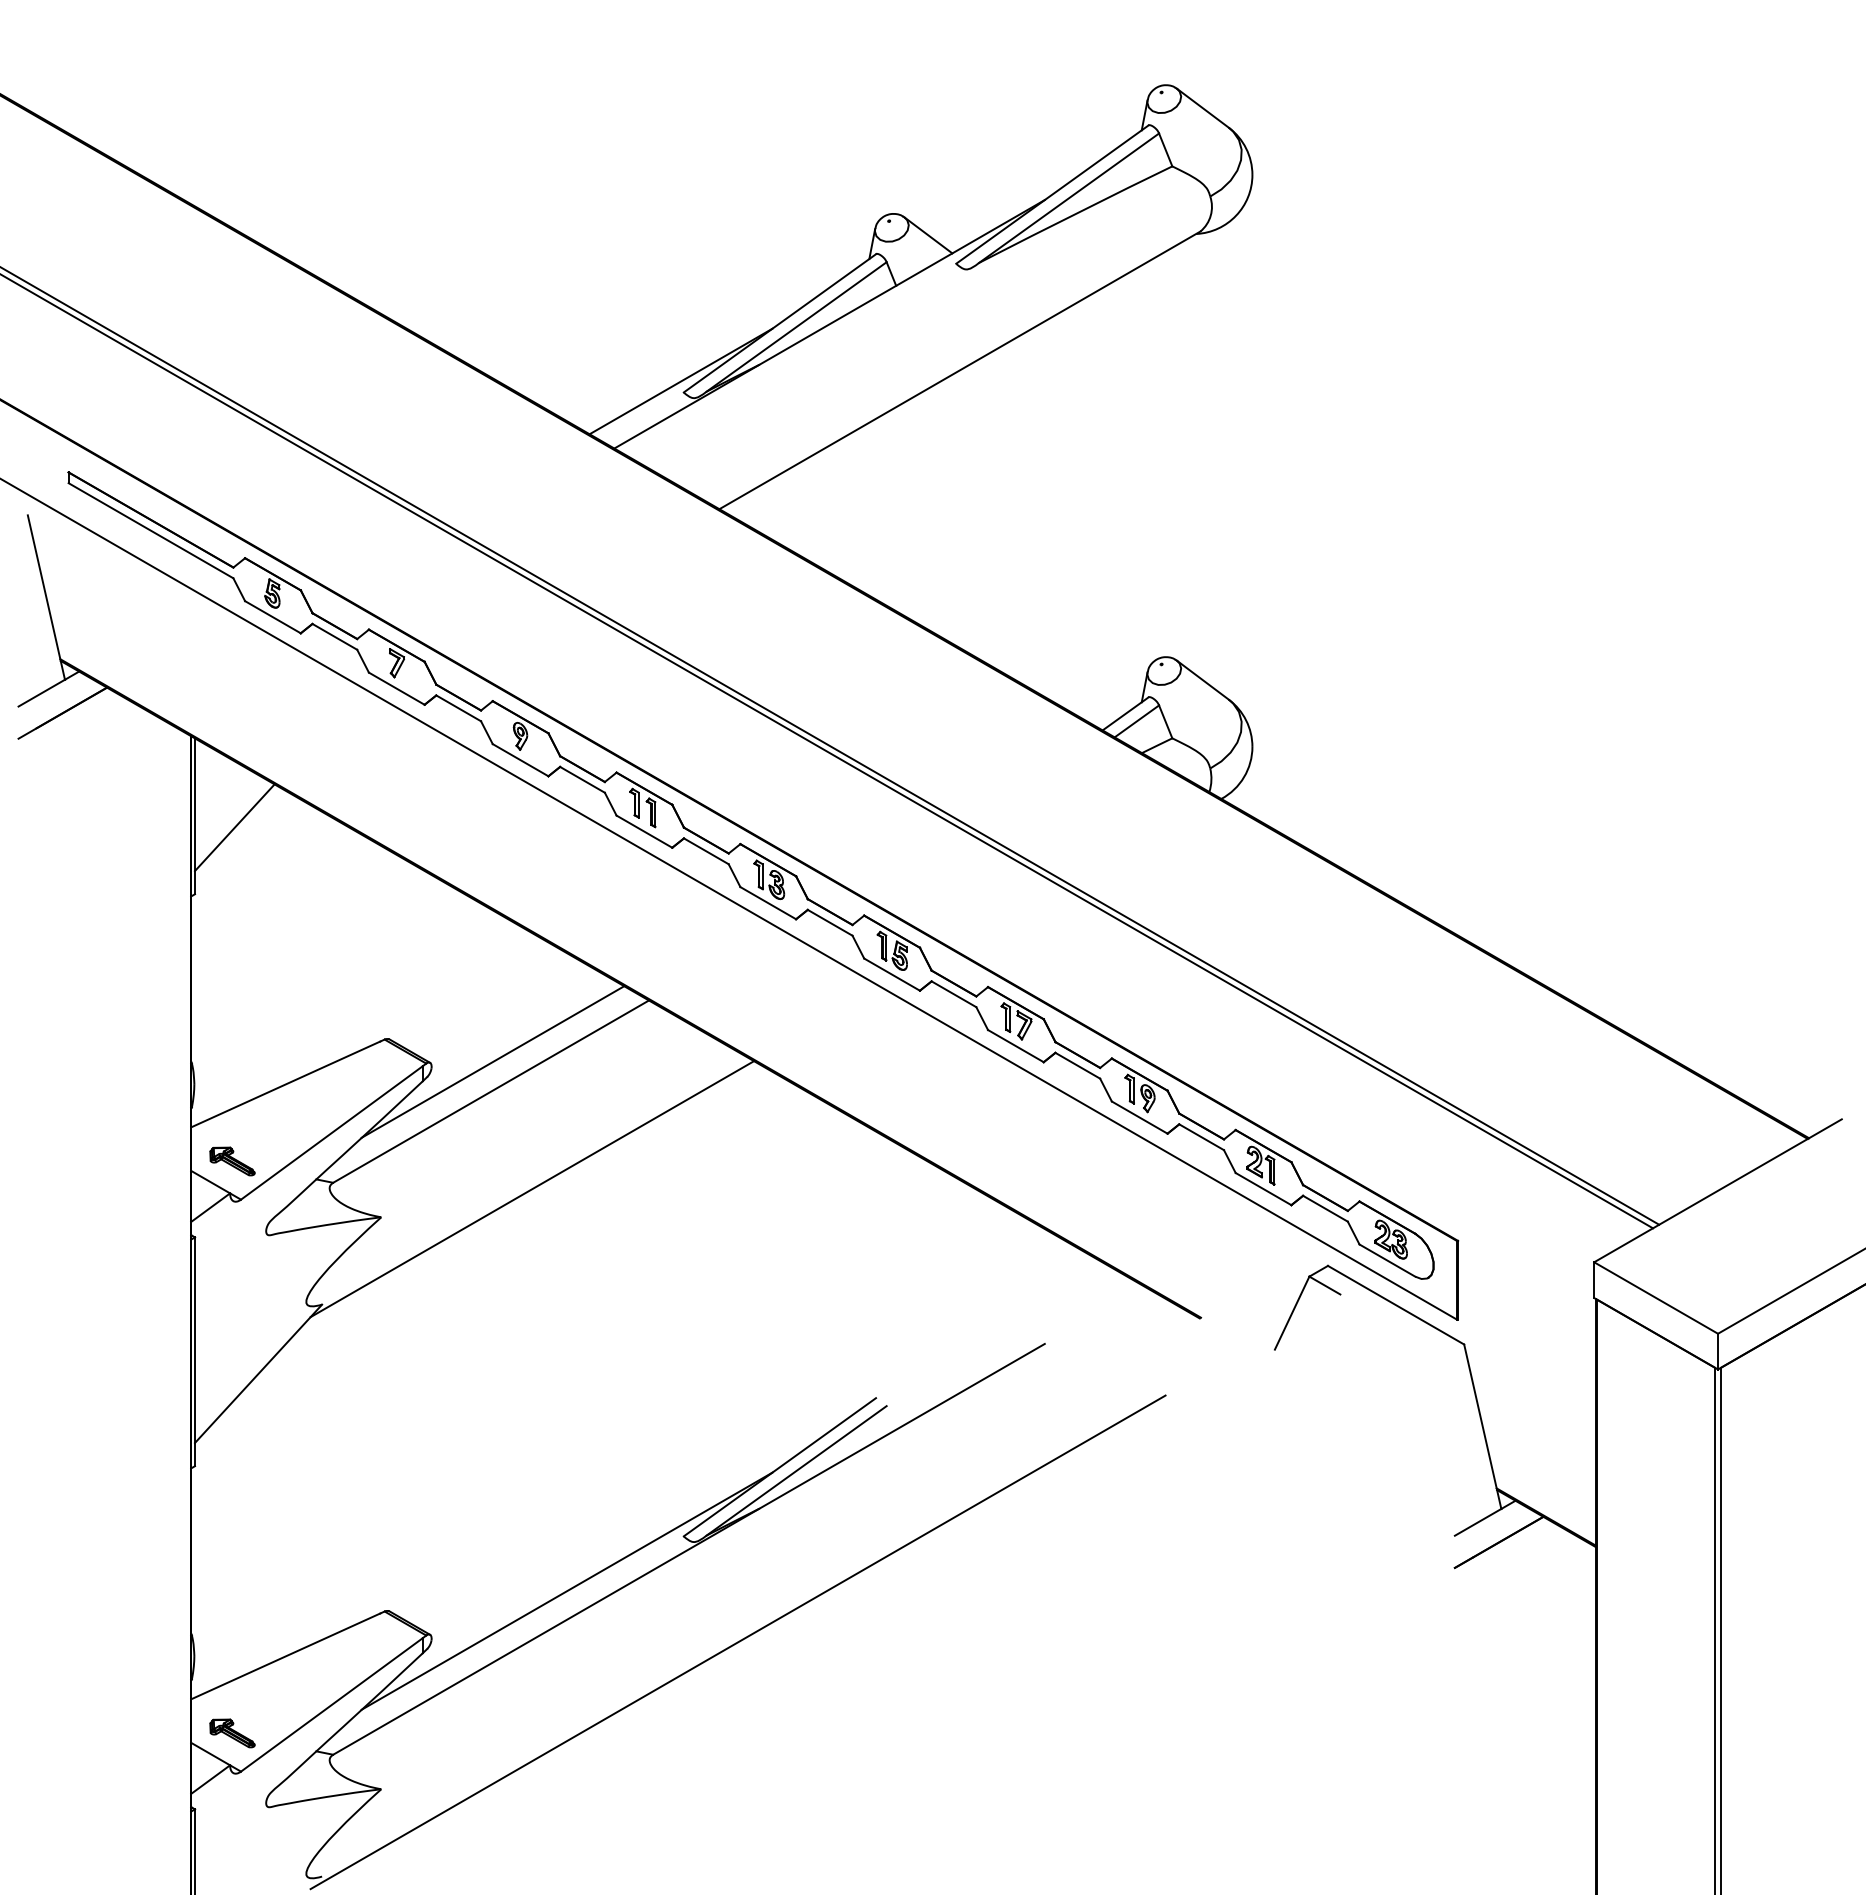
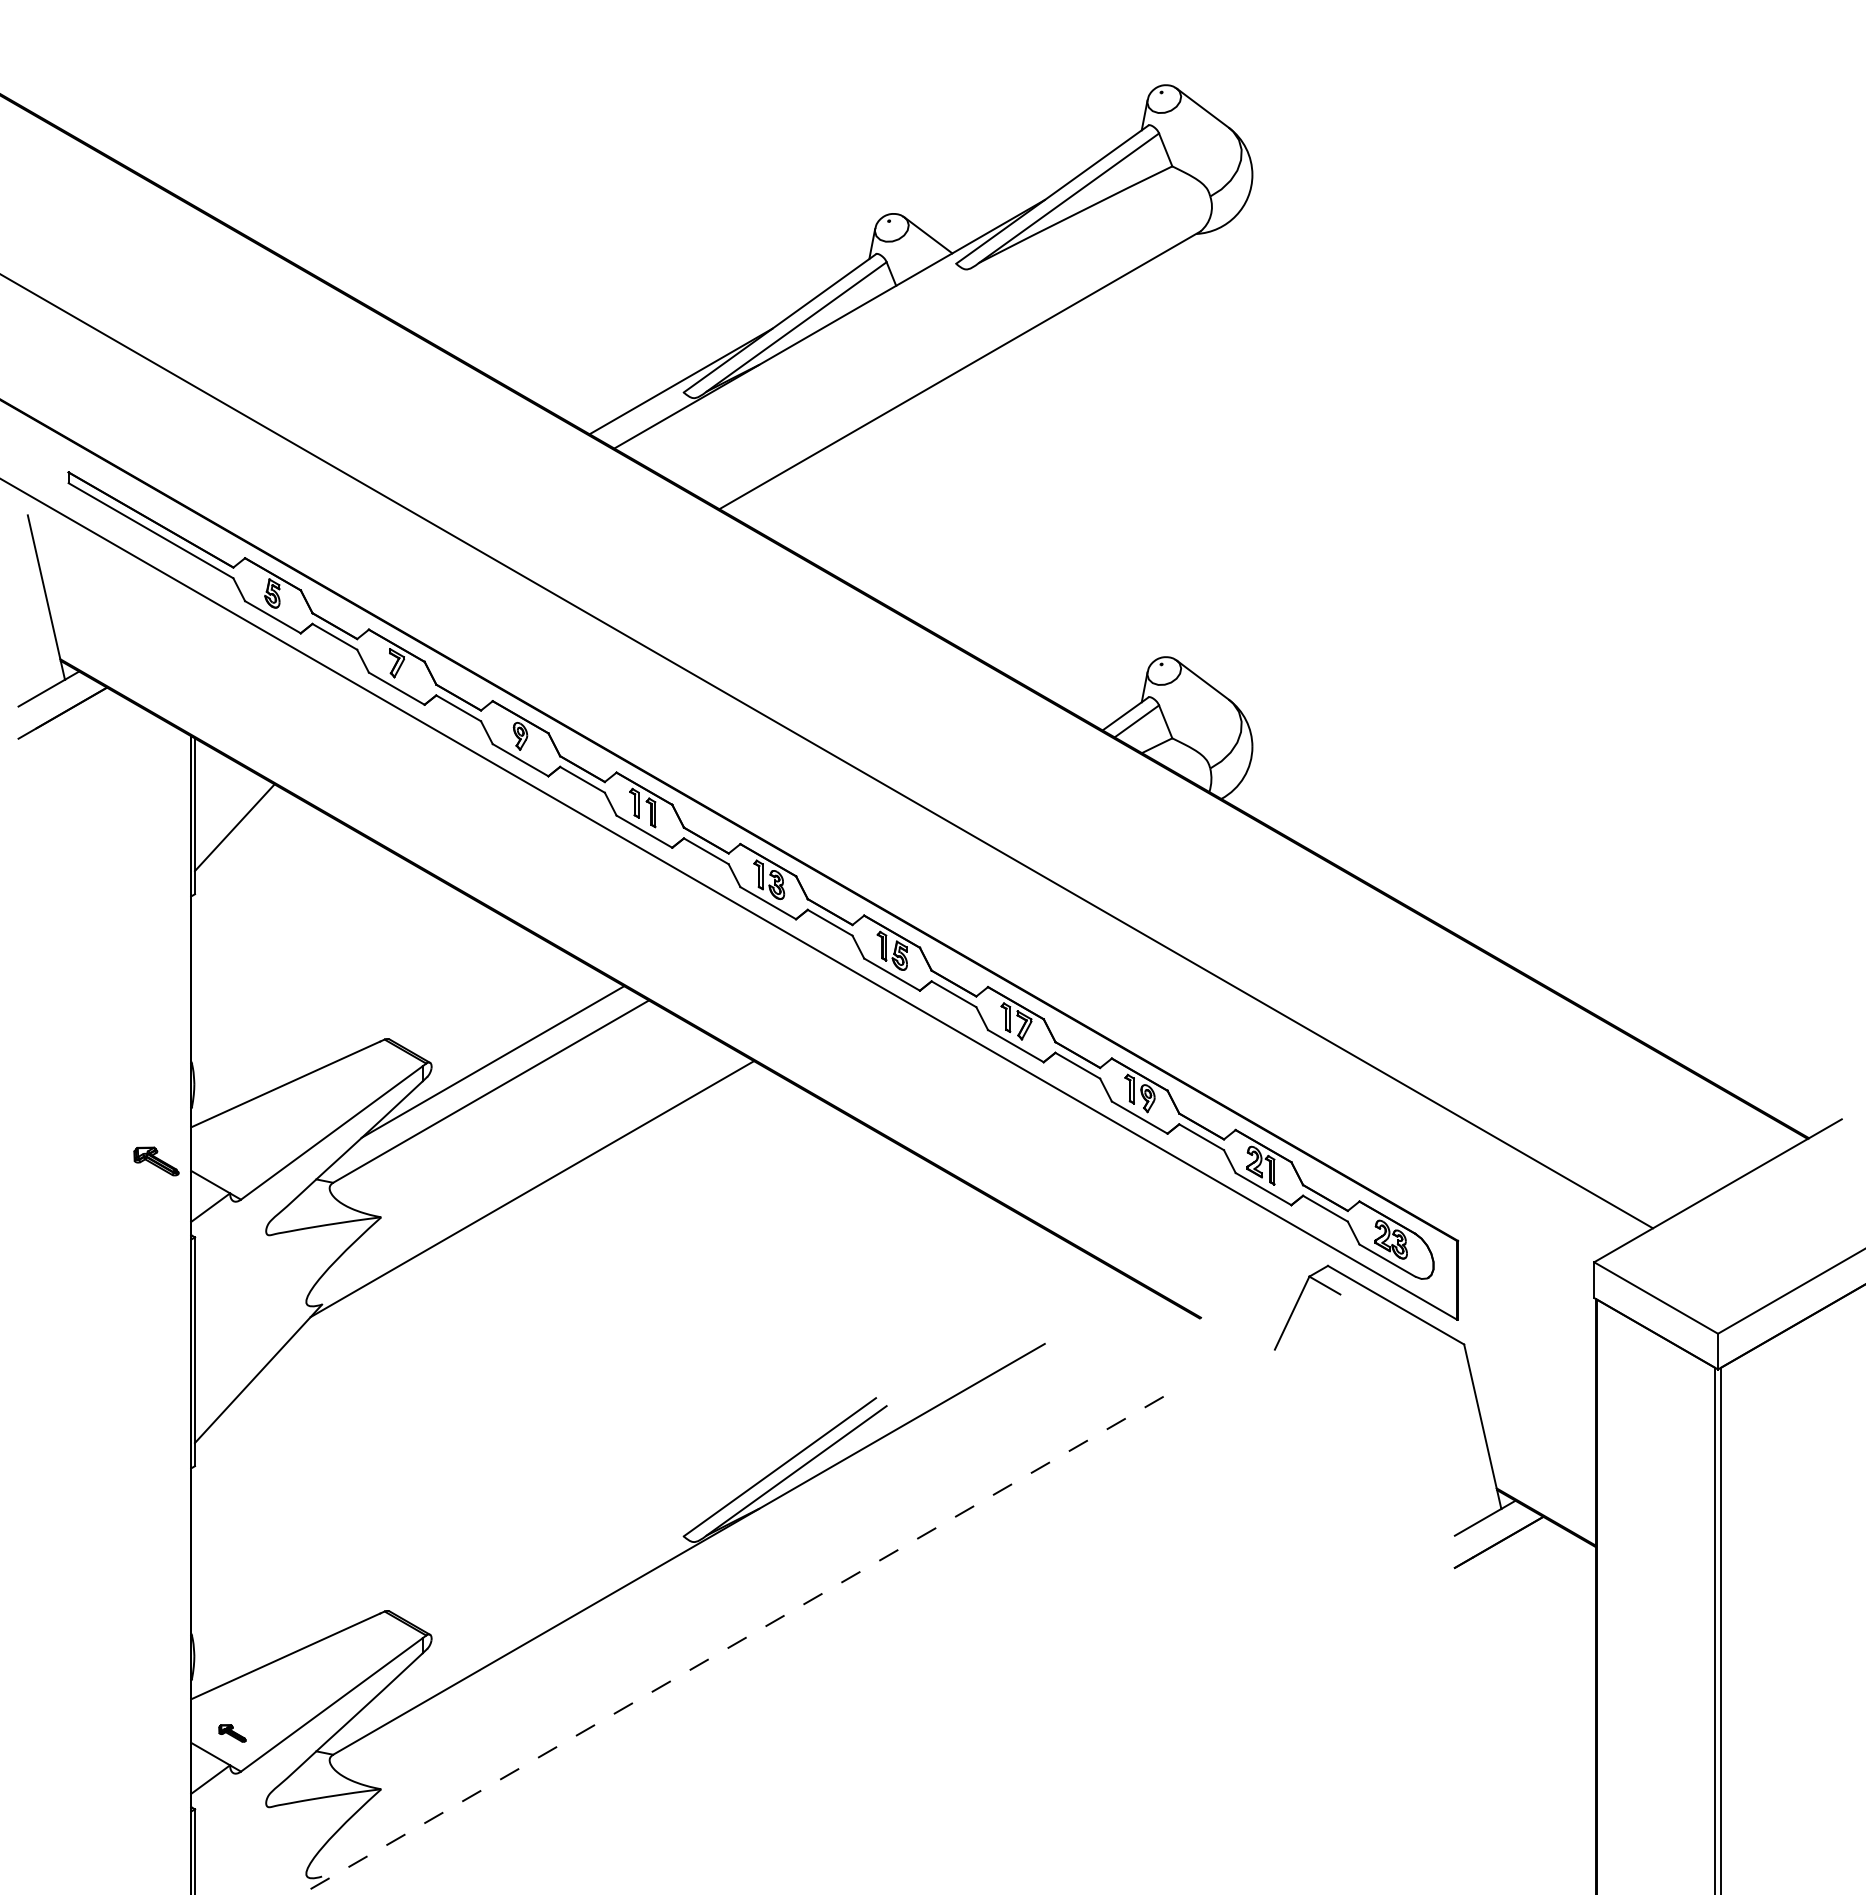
line at (830, 746): present -> none
part at (232, 1161) position: (232, 1161) -> (156, 1161)
line at (566, 1590): present -> none
line at (738, 1642): solid -> dashed
part at (232, 1733) size: 47x31 px -> 29x19 px
